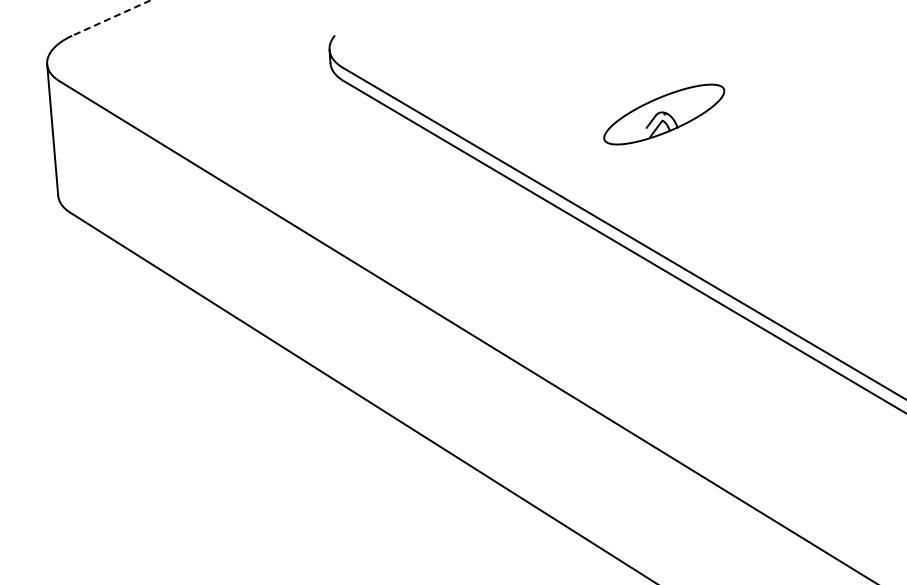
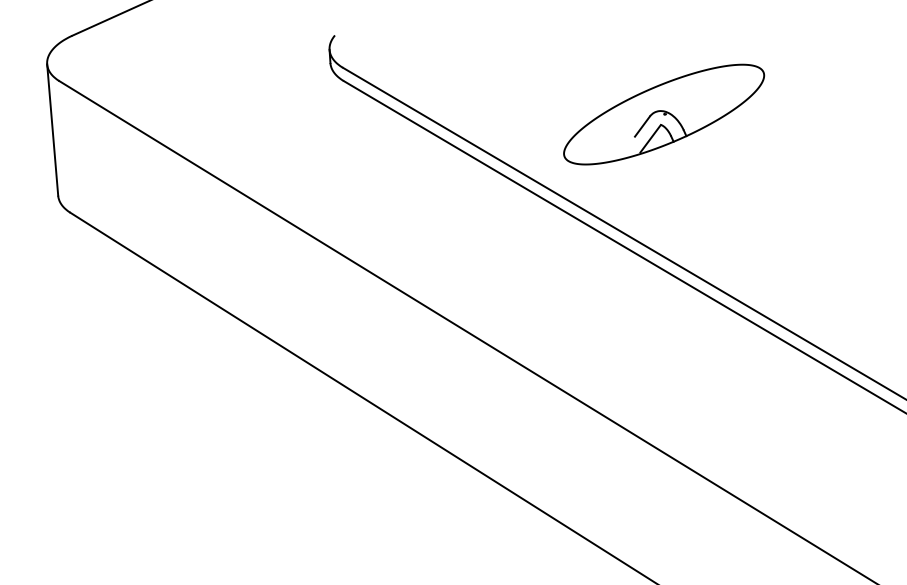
line at (111, 18): dashed -> solid
part at (664, 114) size: 123x63 px -> 203x103 px
